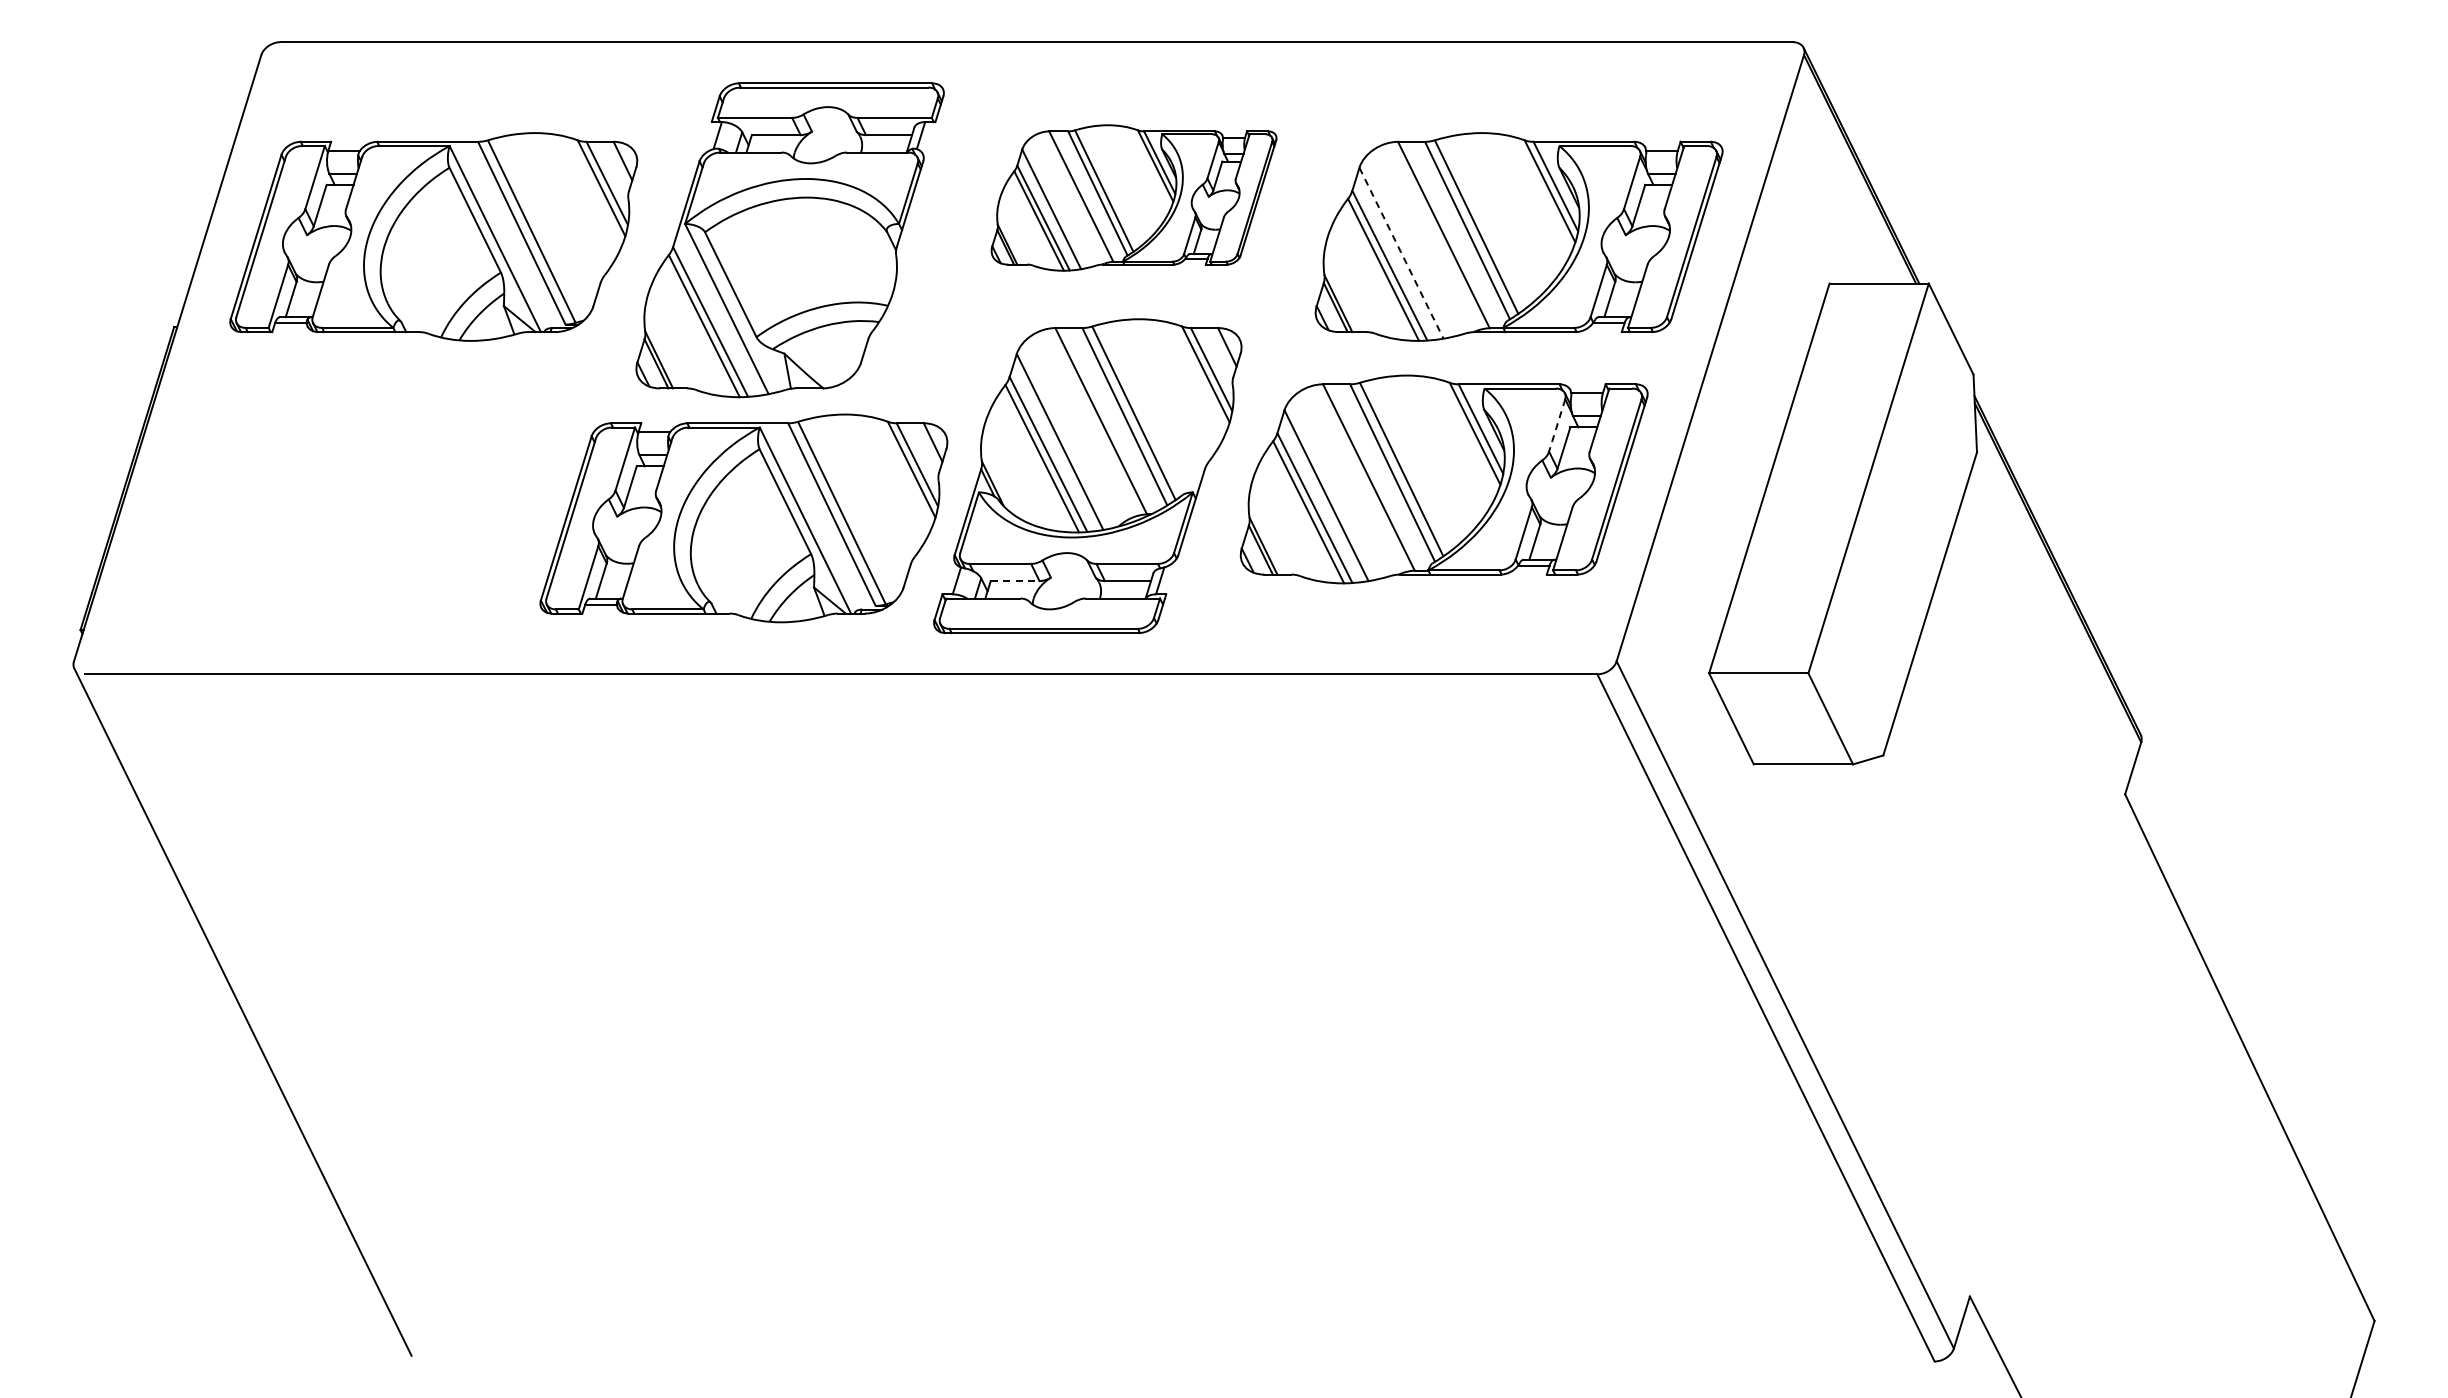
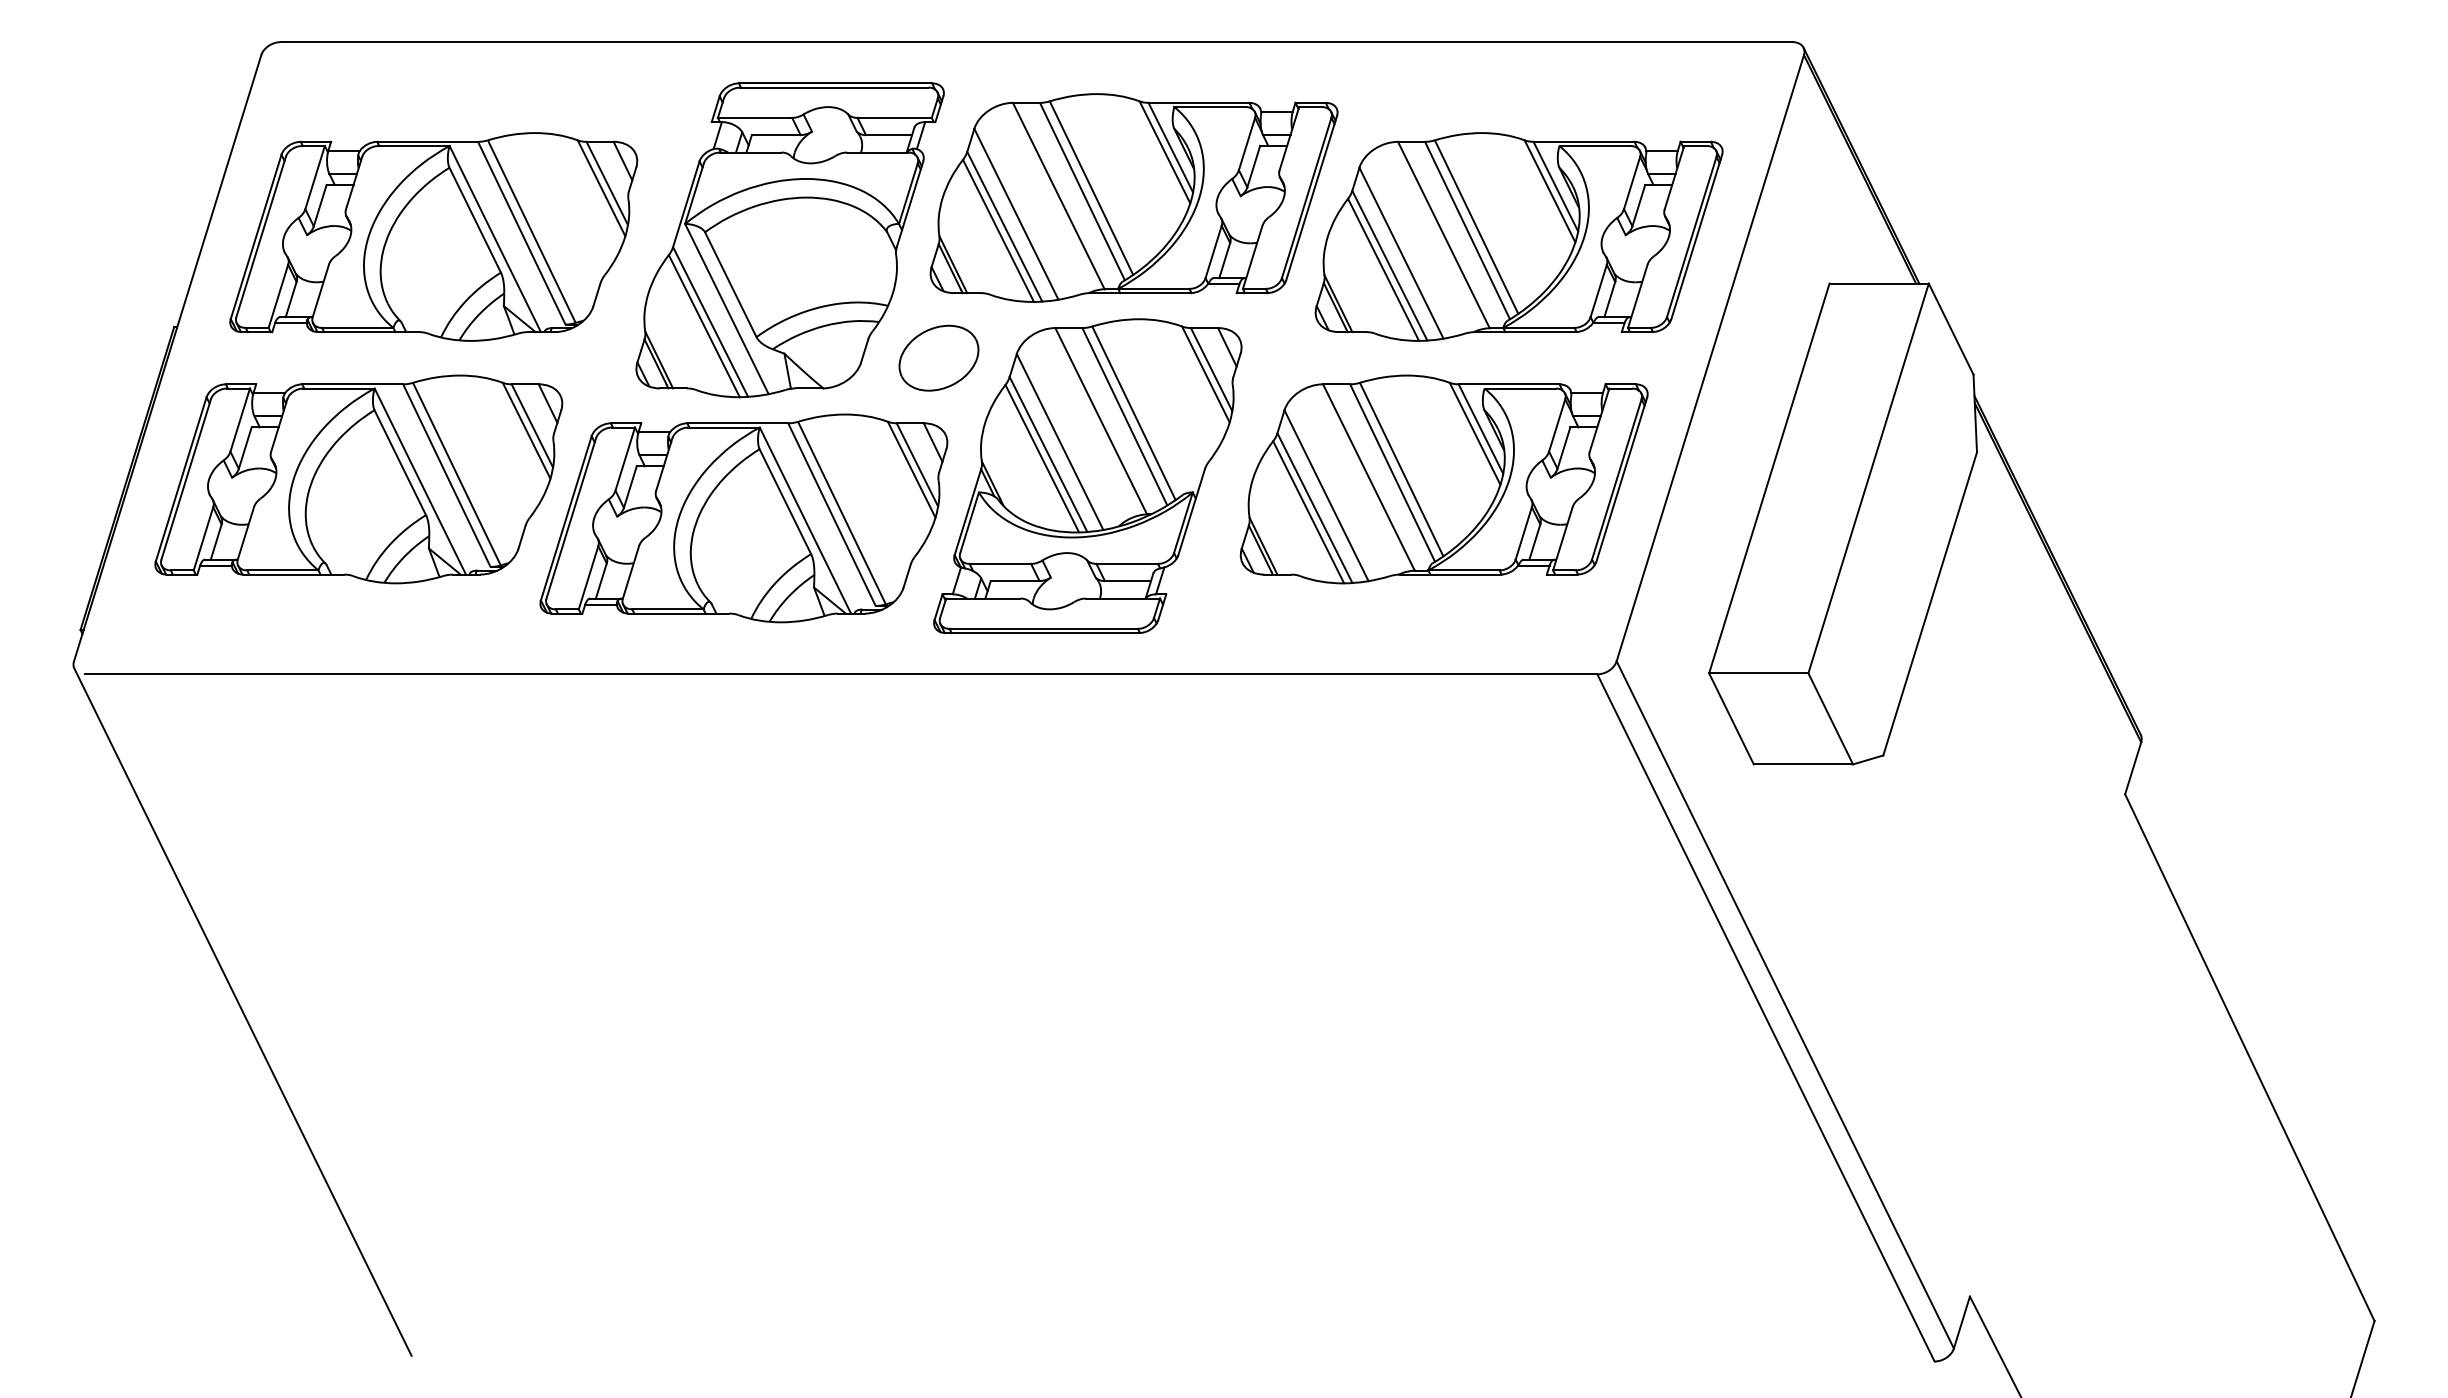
part at (1133, 197) size: 288x148 px -> 410x210 px
line at (1401, 253): dashed -> solid
part at (938, 357): none -> present
line at (1557, 426): dashed -> solid
part at (358, 479): none -> present
line at (1015, 581): dashed -> solid
